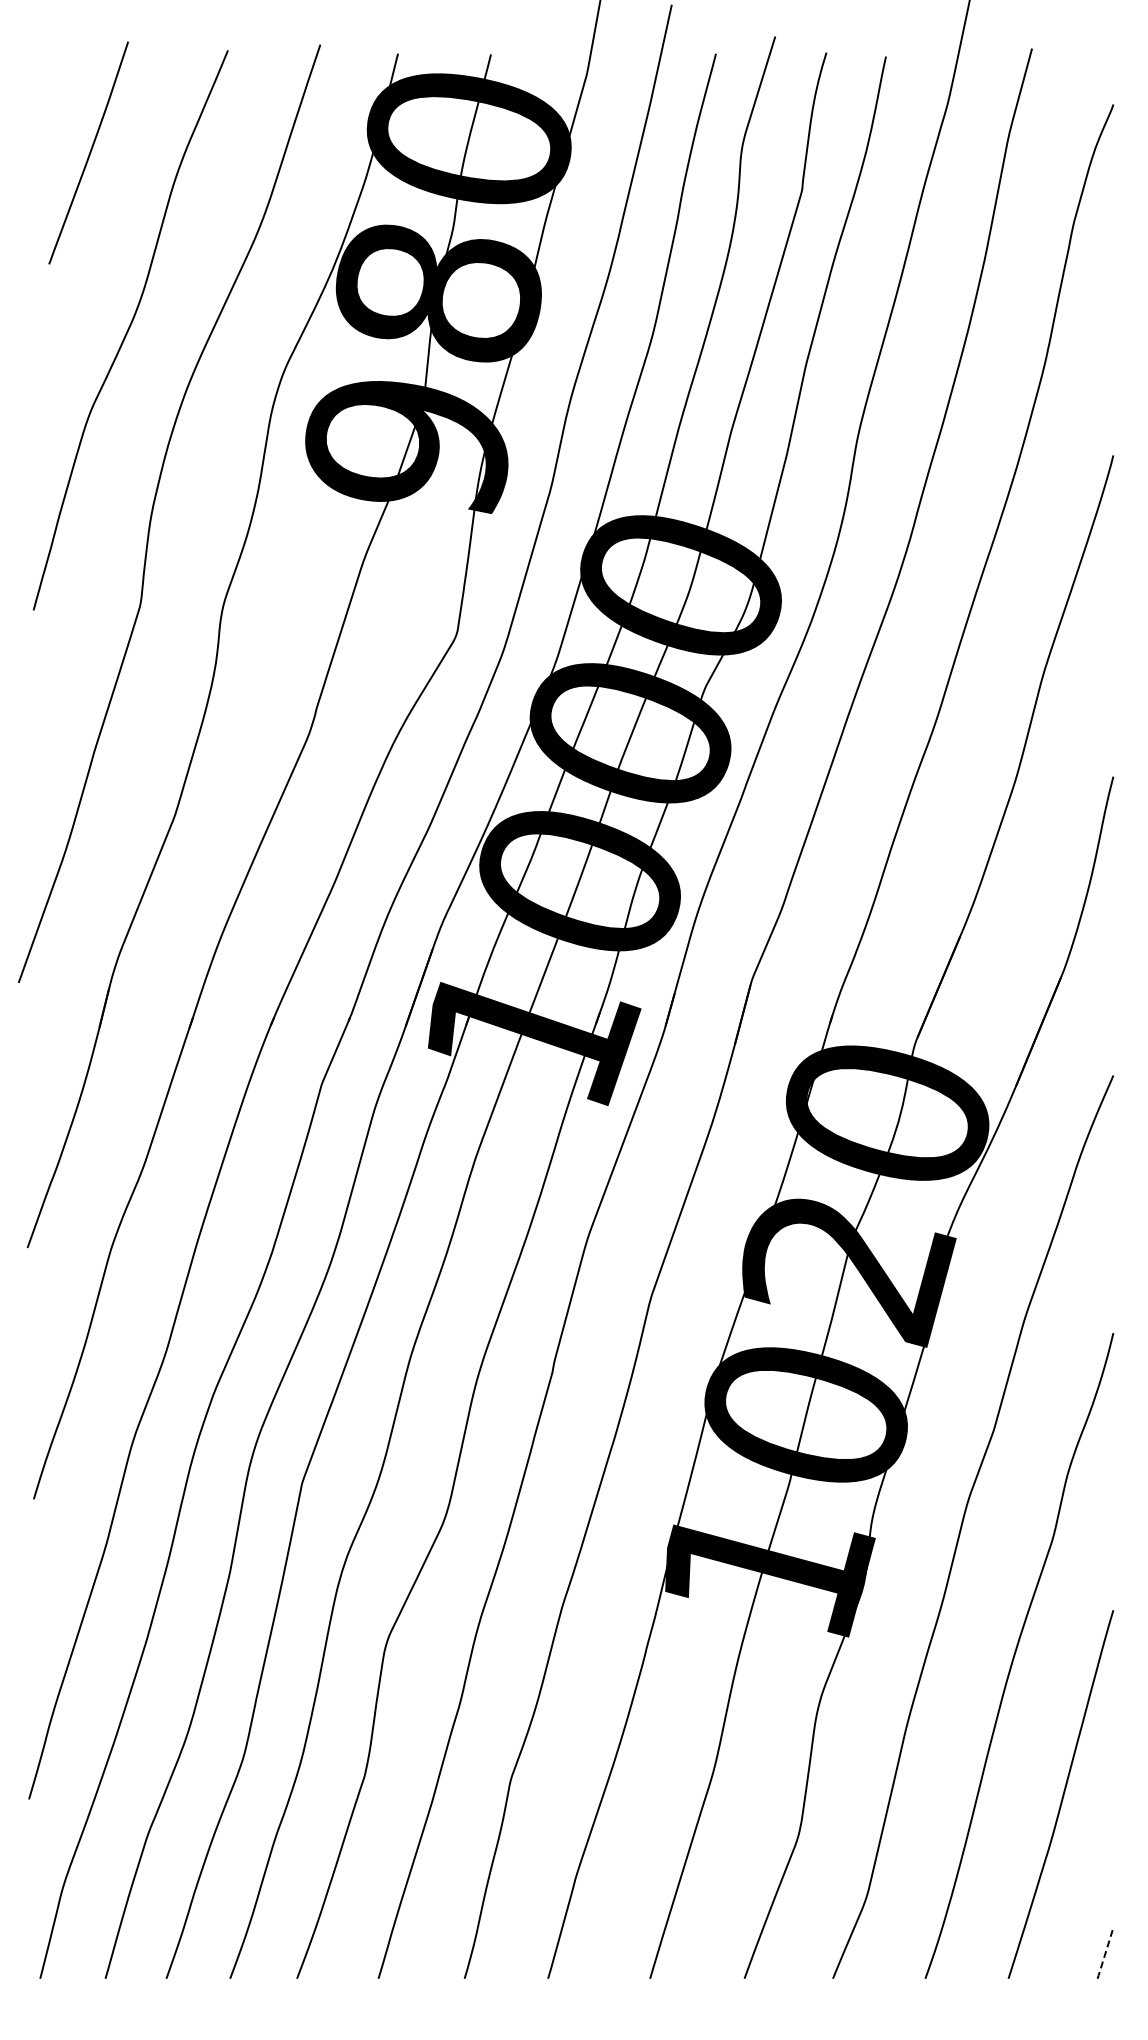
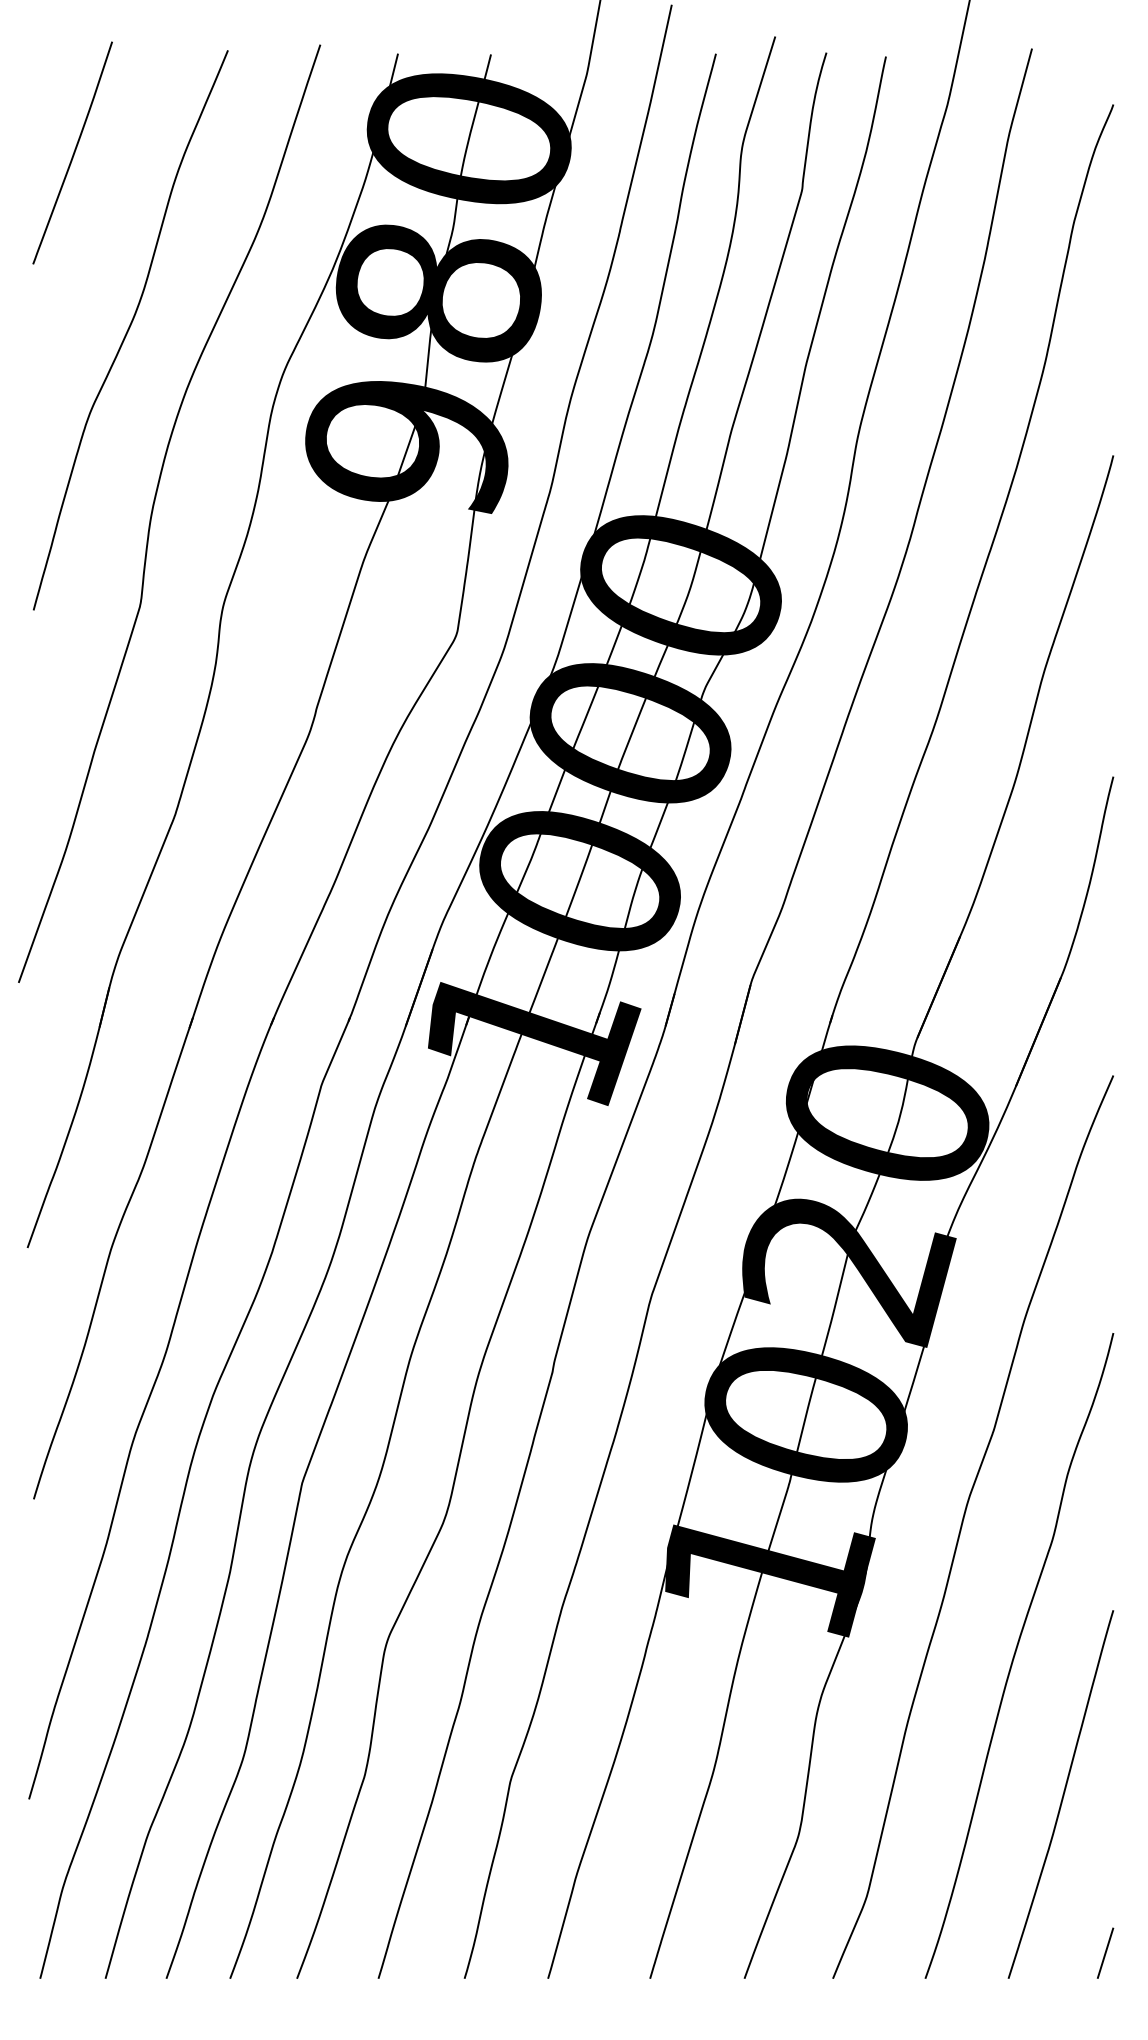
curve at (89, 152) position: (89, 152) -> (73, 152)
line at (1105, 1953): dashed -> solid
